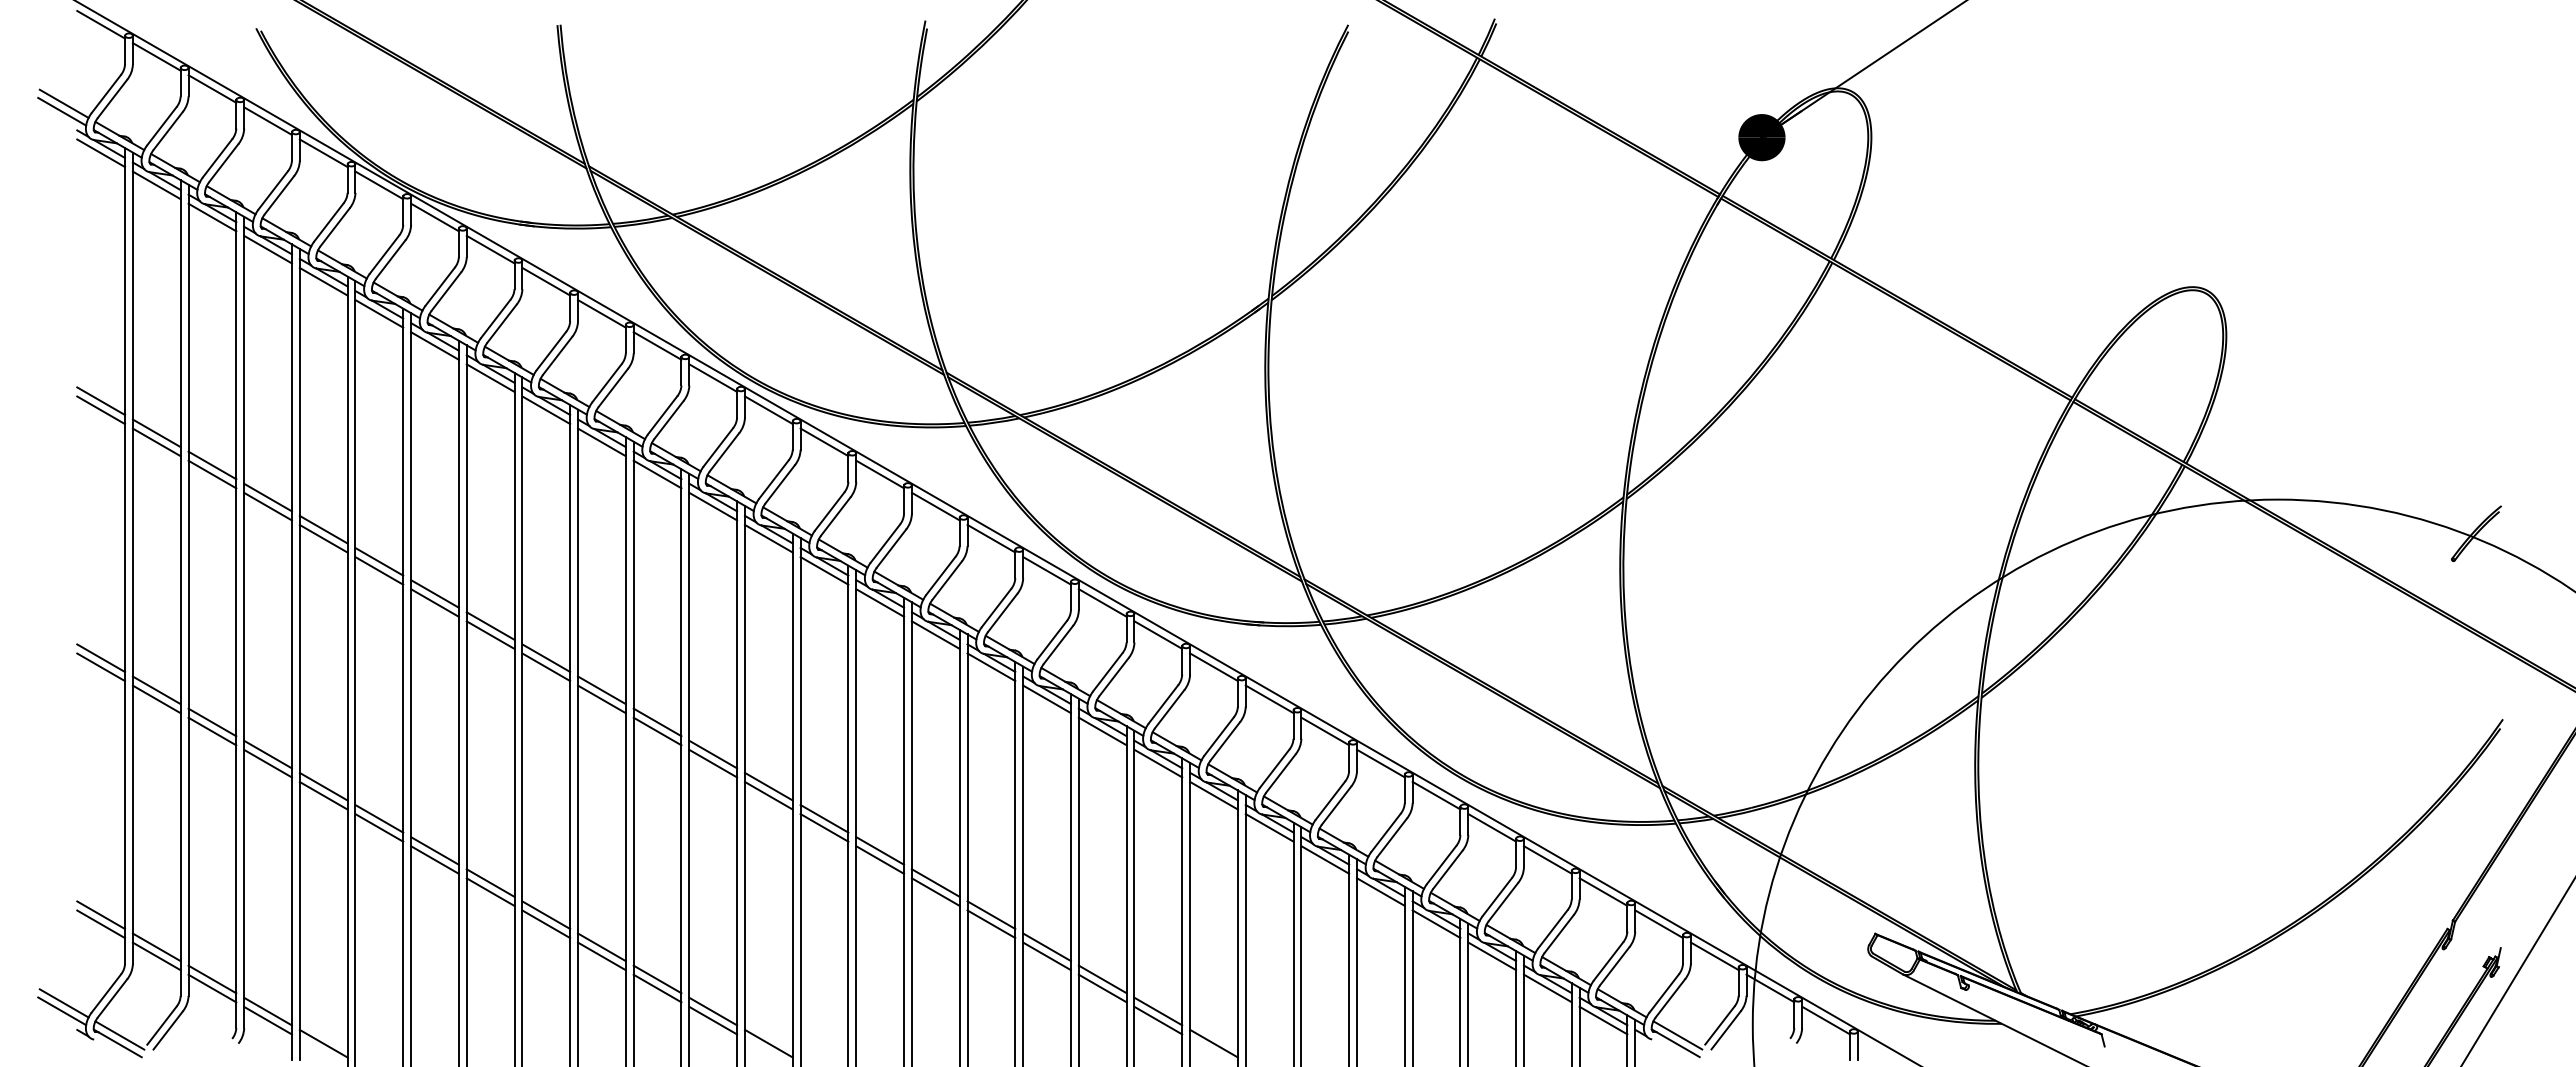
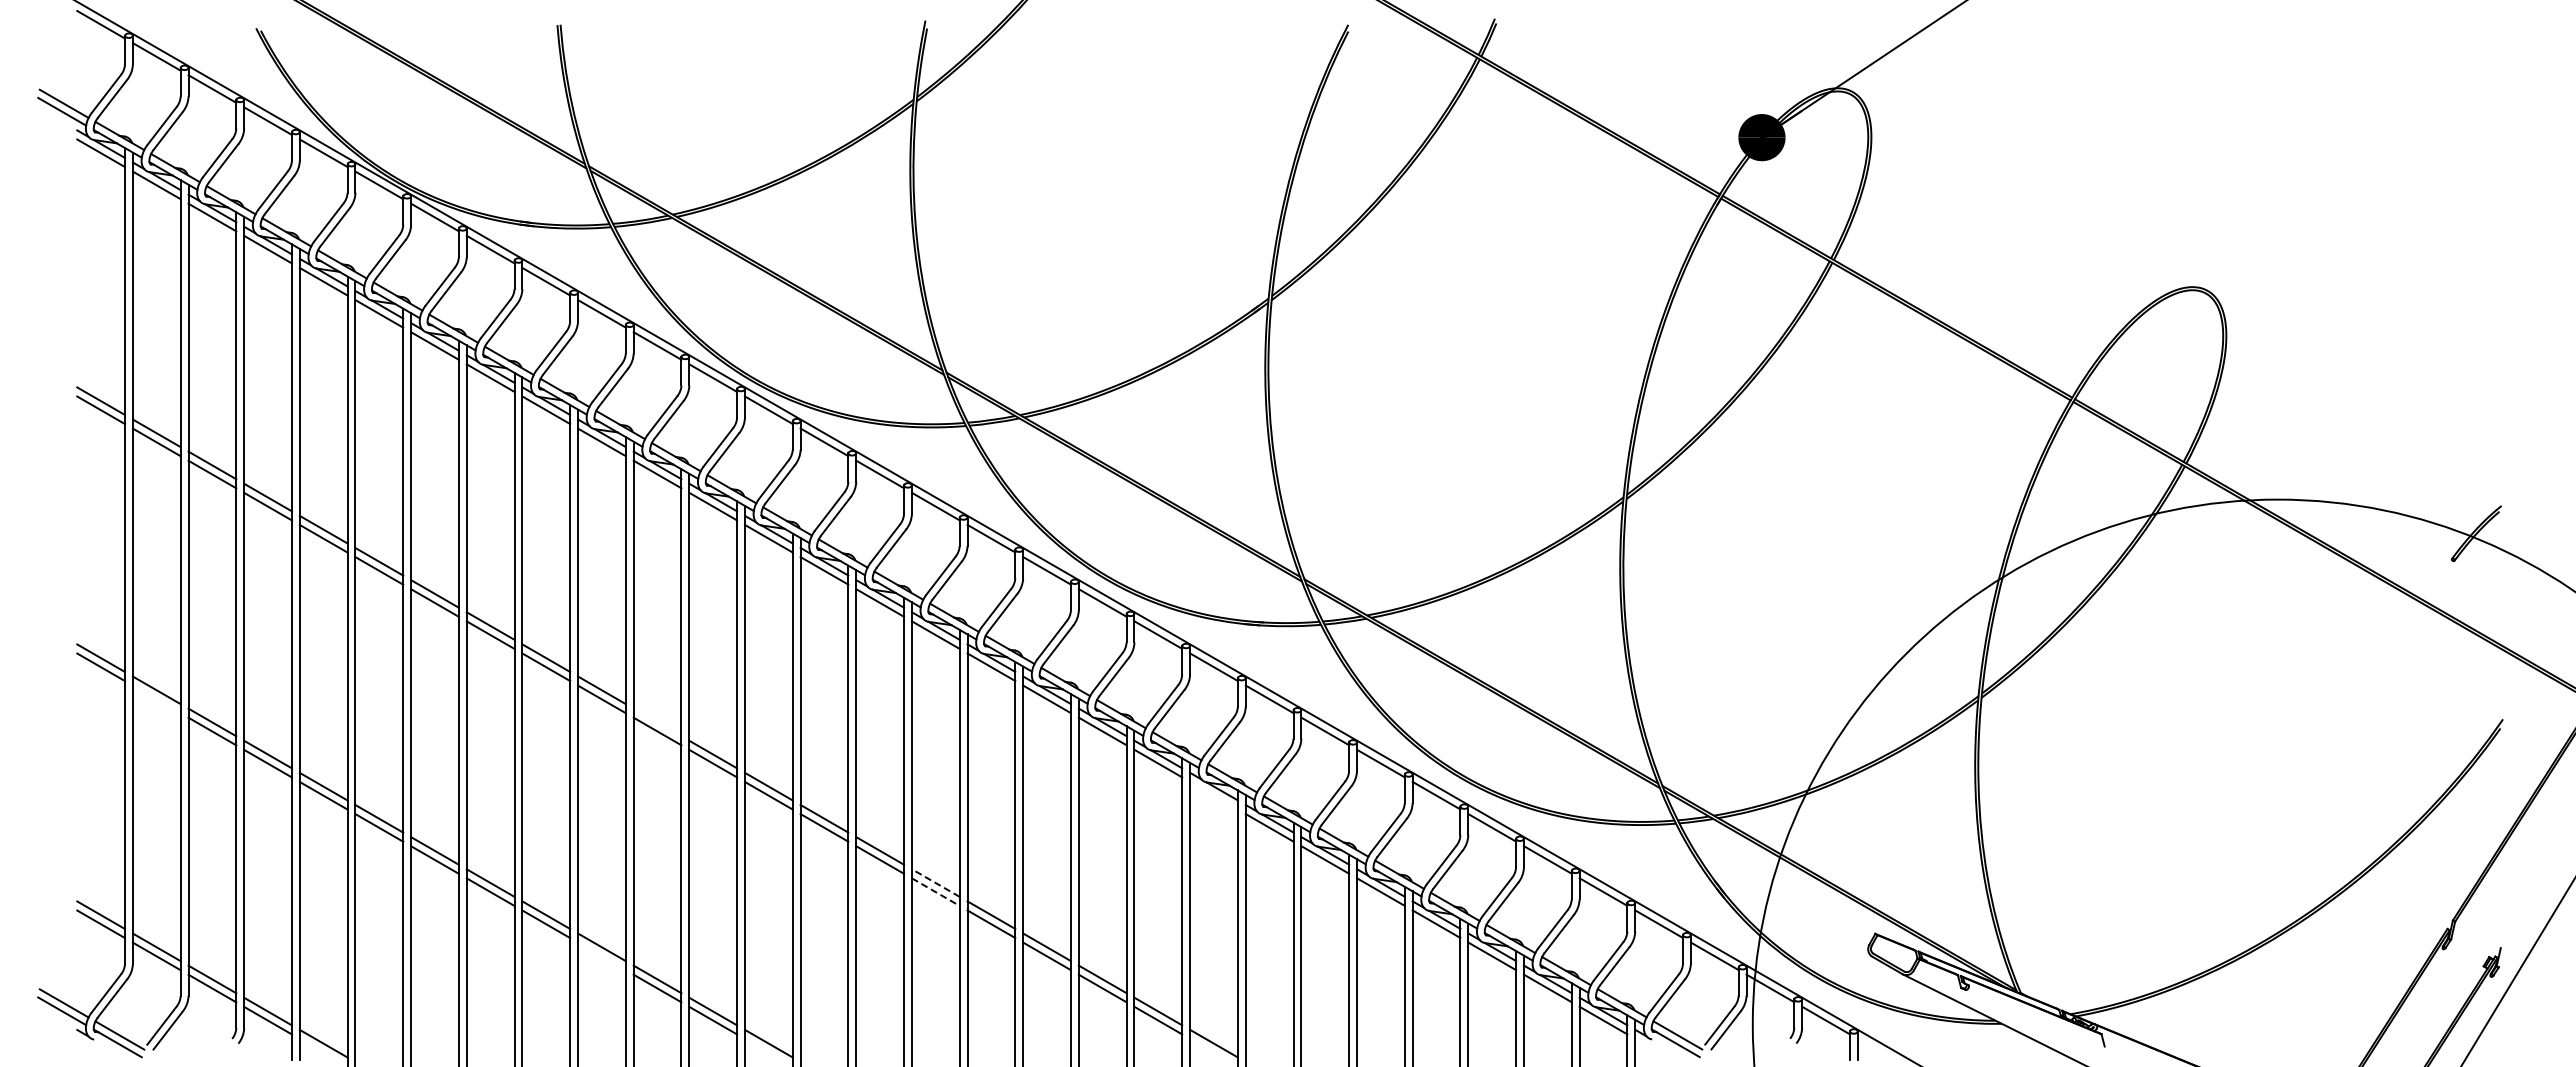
line at (156, 699): present -> none
line at (657, 722): present -> none
line at (1213, 795): present -> none
line at (935, 883): solid -> dashed
line at (935, 892): solid -> dashed
line at (601, 956): present -> none
